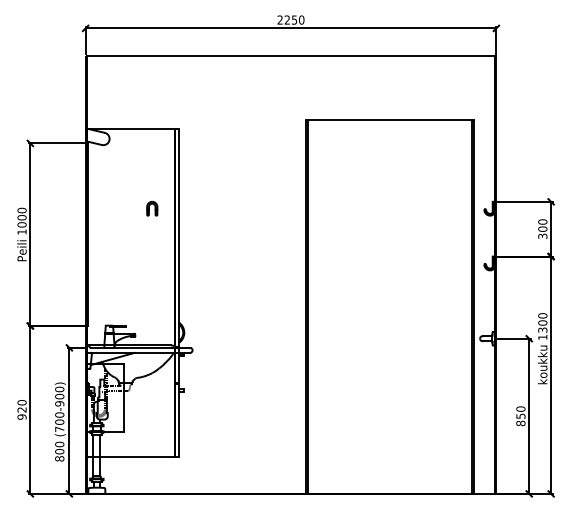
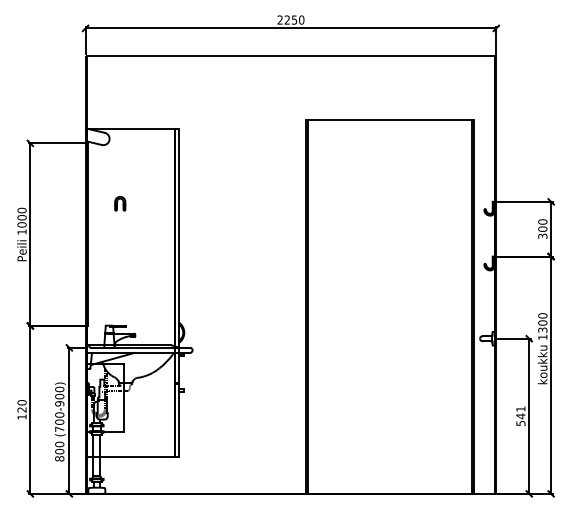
part at (152, 208) position: (152, 208) -> (120, 203)
text at (21, 416): 920 -> 120
text at (520, 416): 850 -> 541
